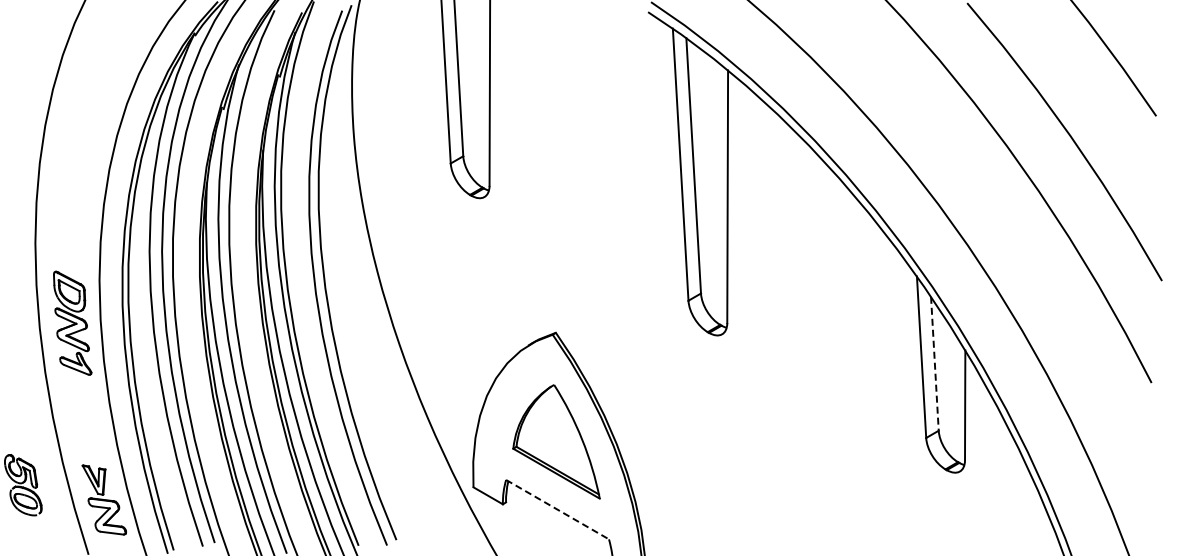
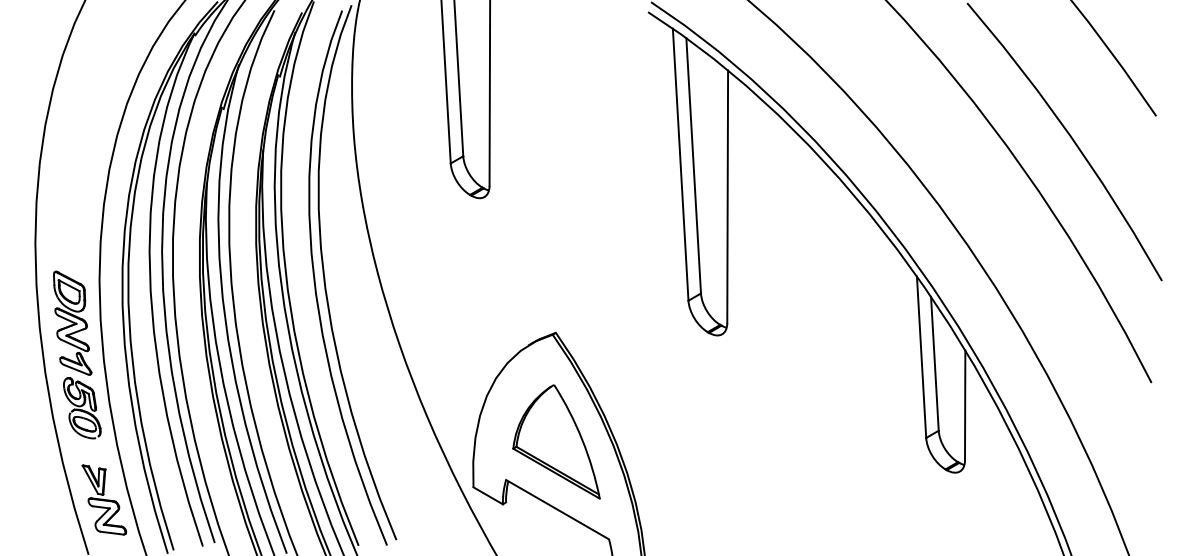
line at (934, 364): dashed -> solid
part at (23, 485) position: (23, 485) -> (82, 408)
line at (558, 509): dashed -> solid
